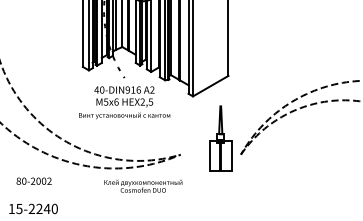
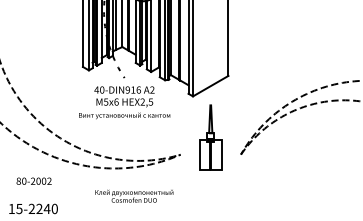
part at (220, 138) position: (220, 138) -> (210, 137)
text at (143, 185) position: (143, 185) -> (134, 195)
